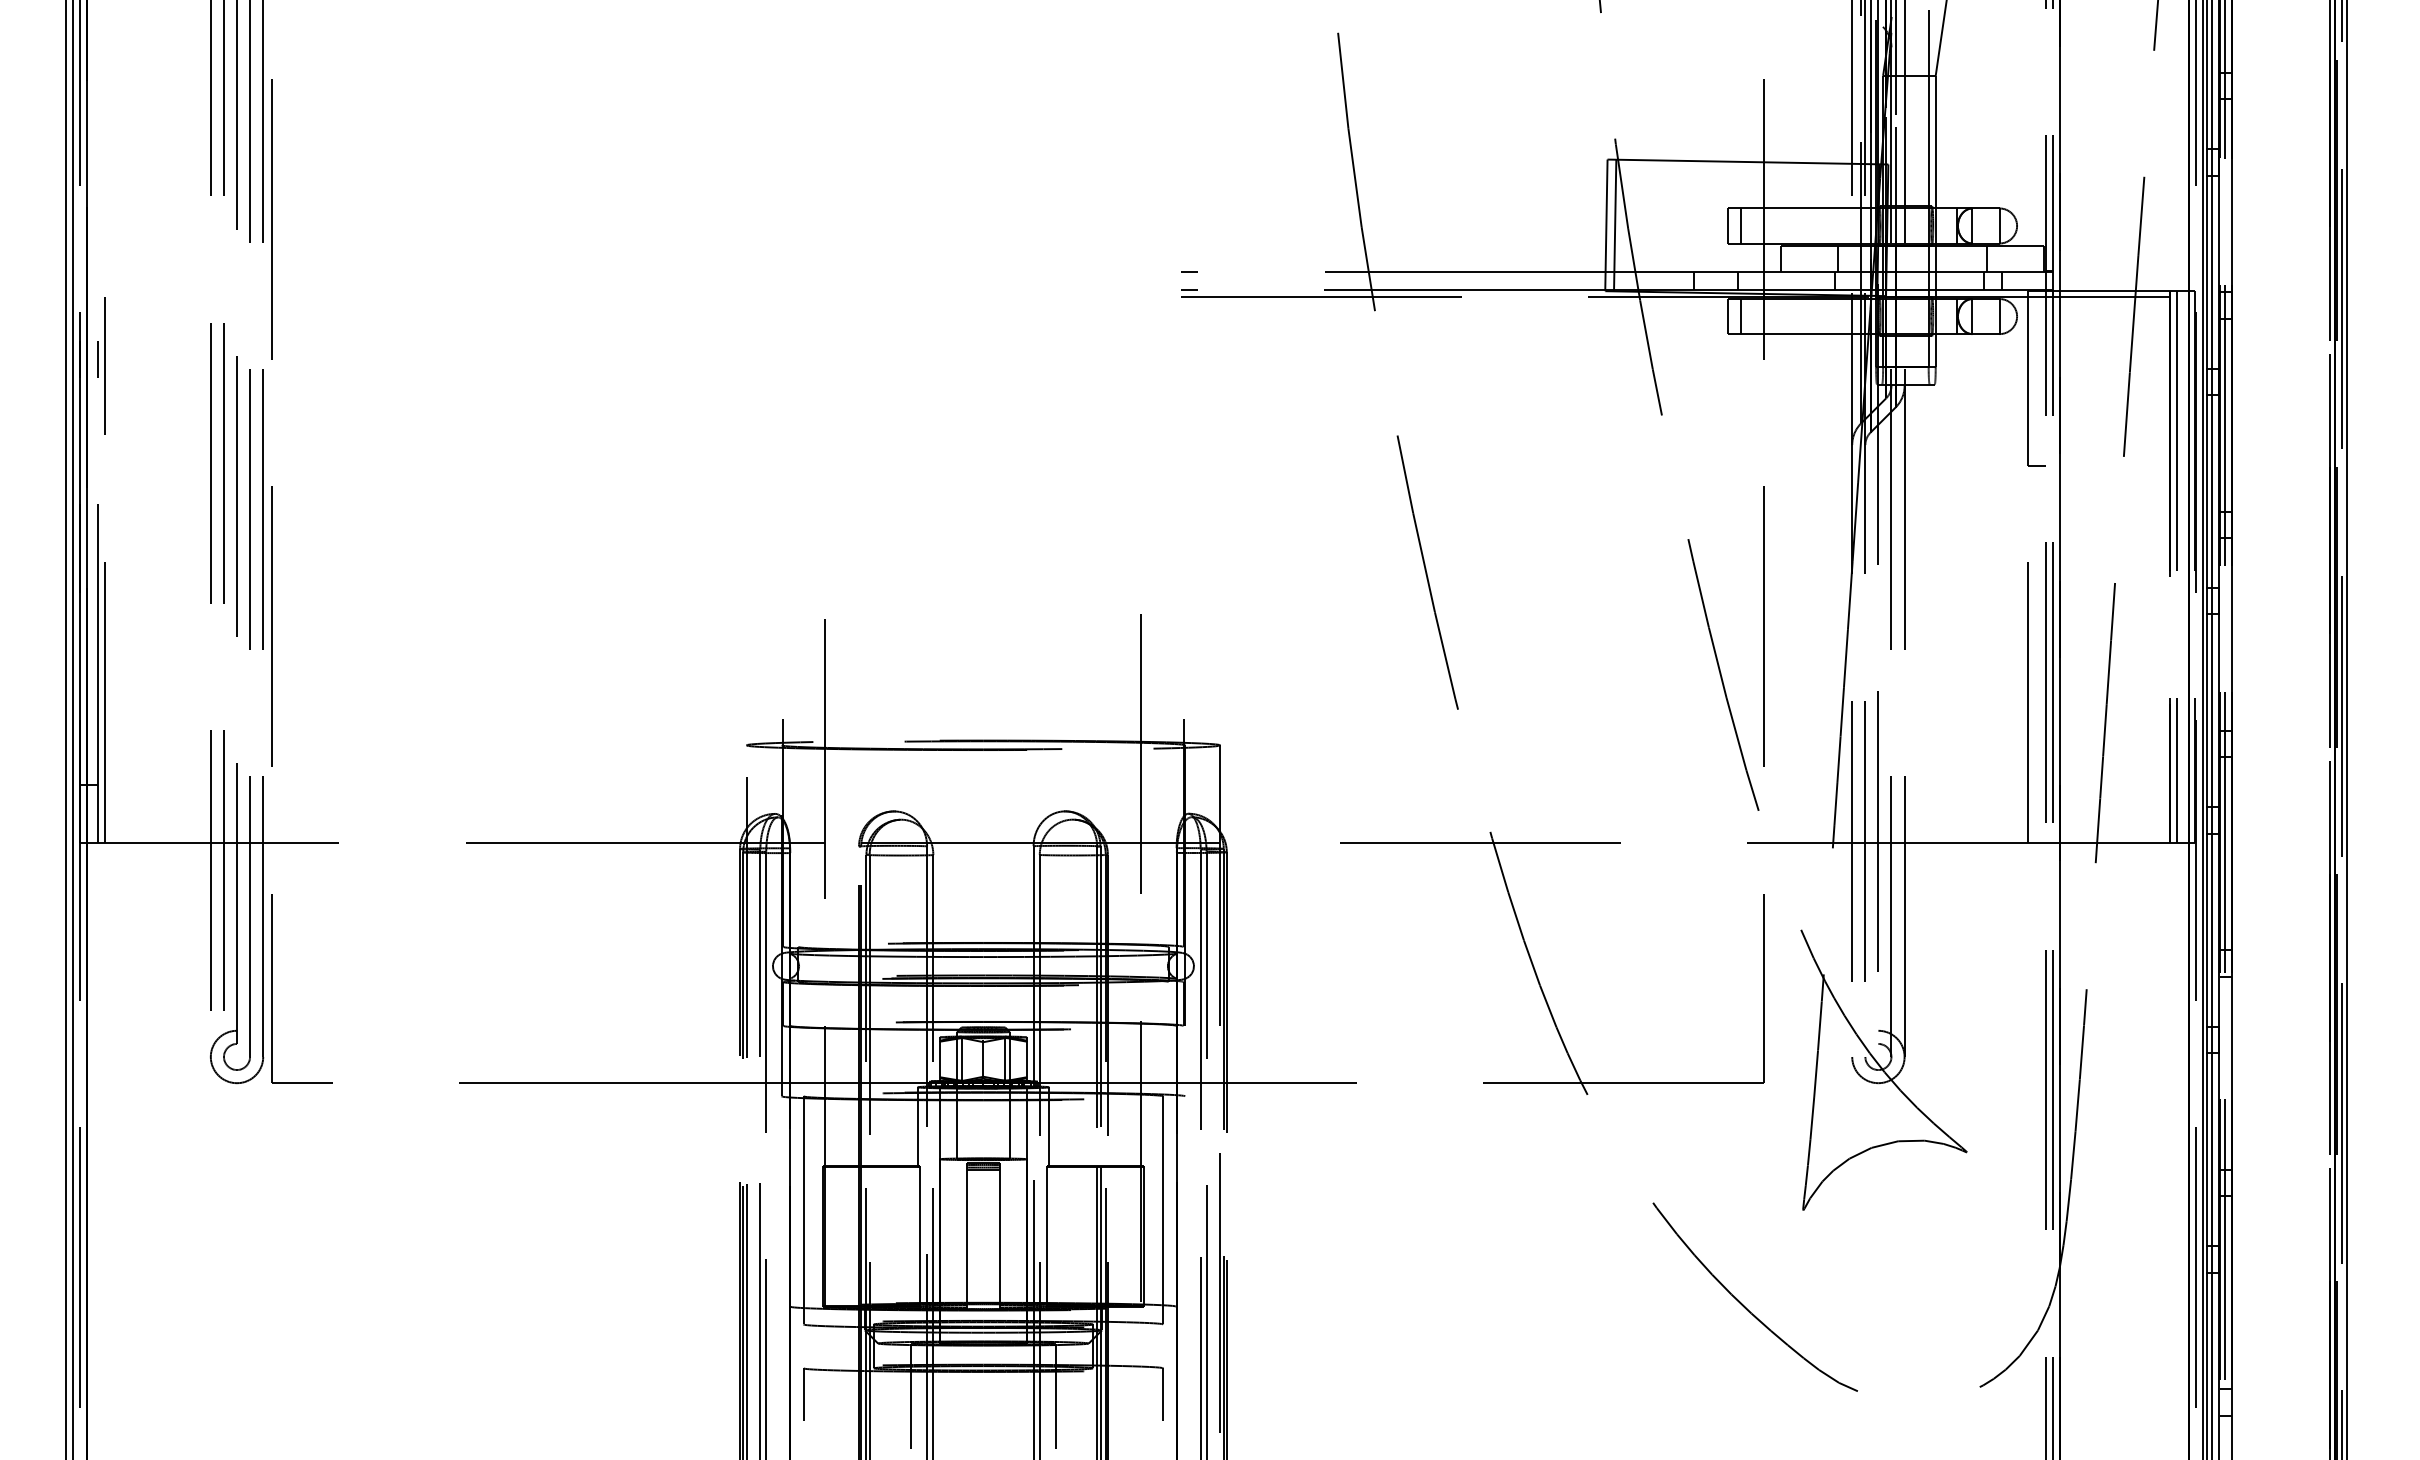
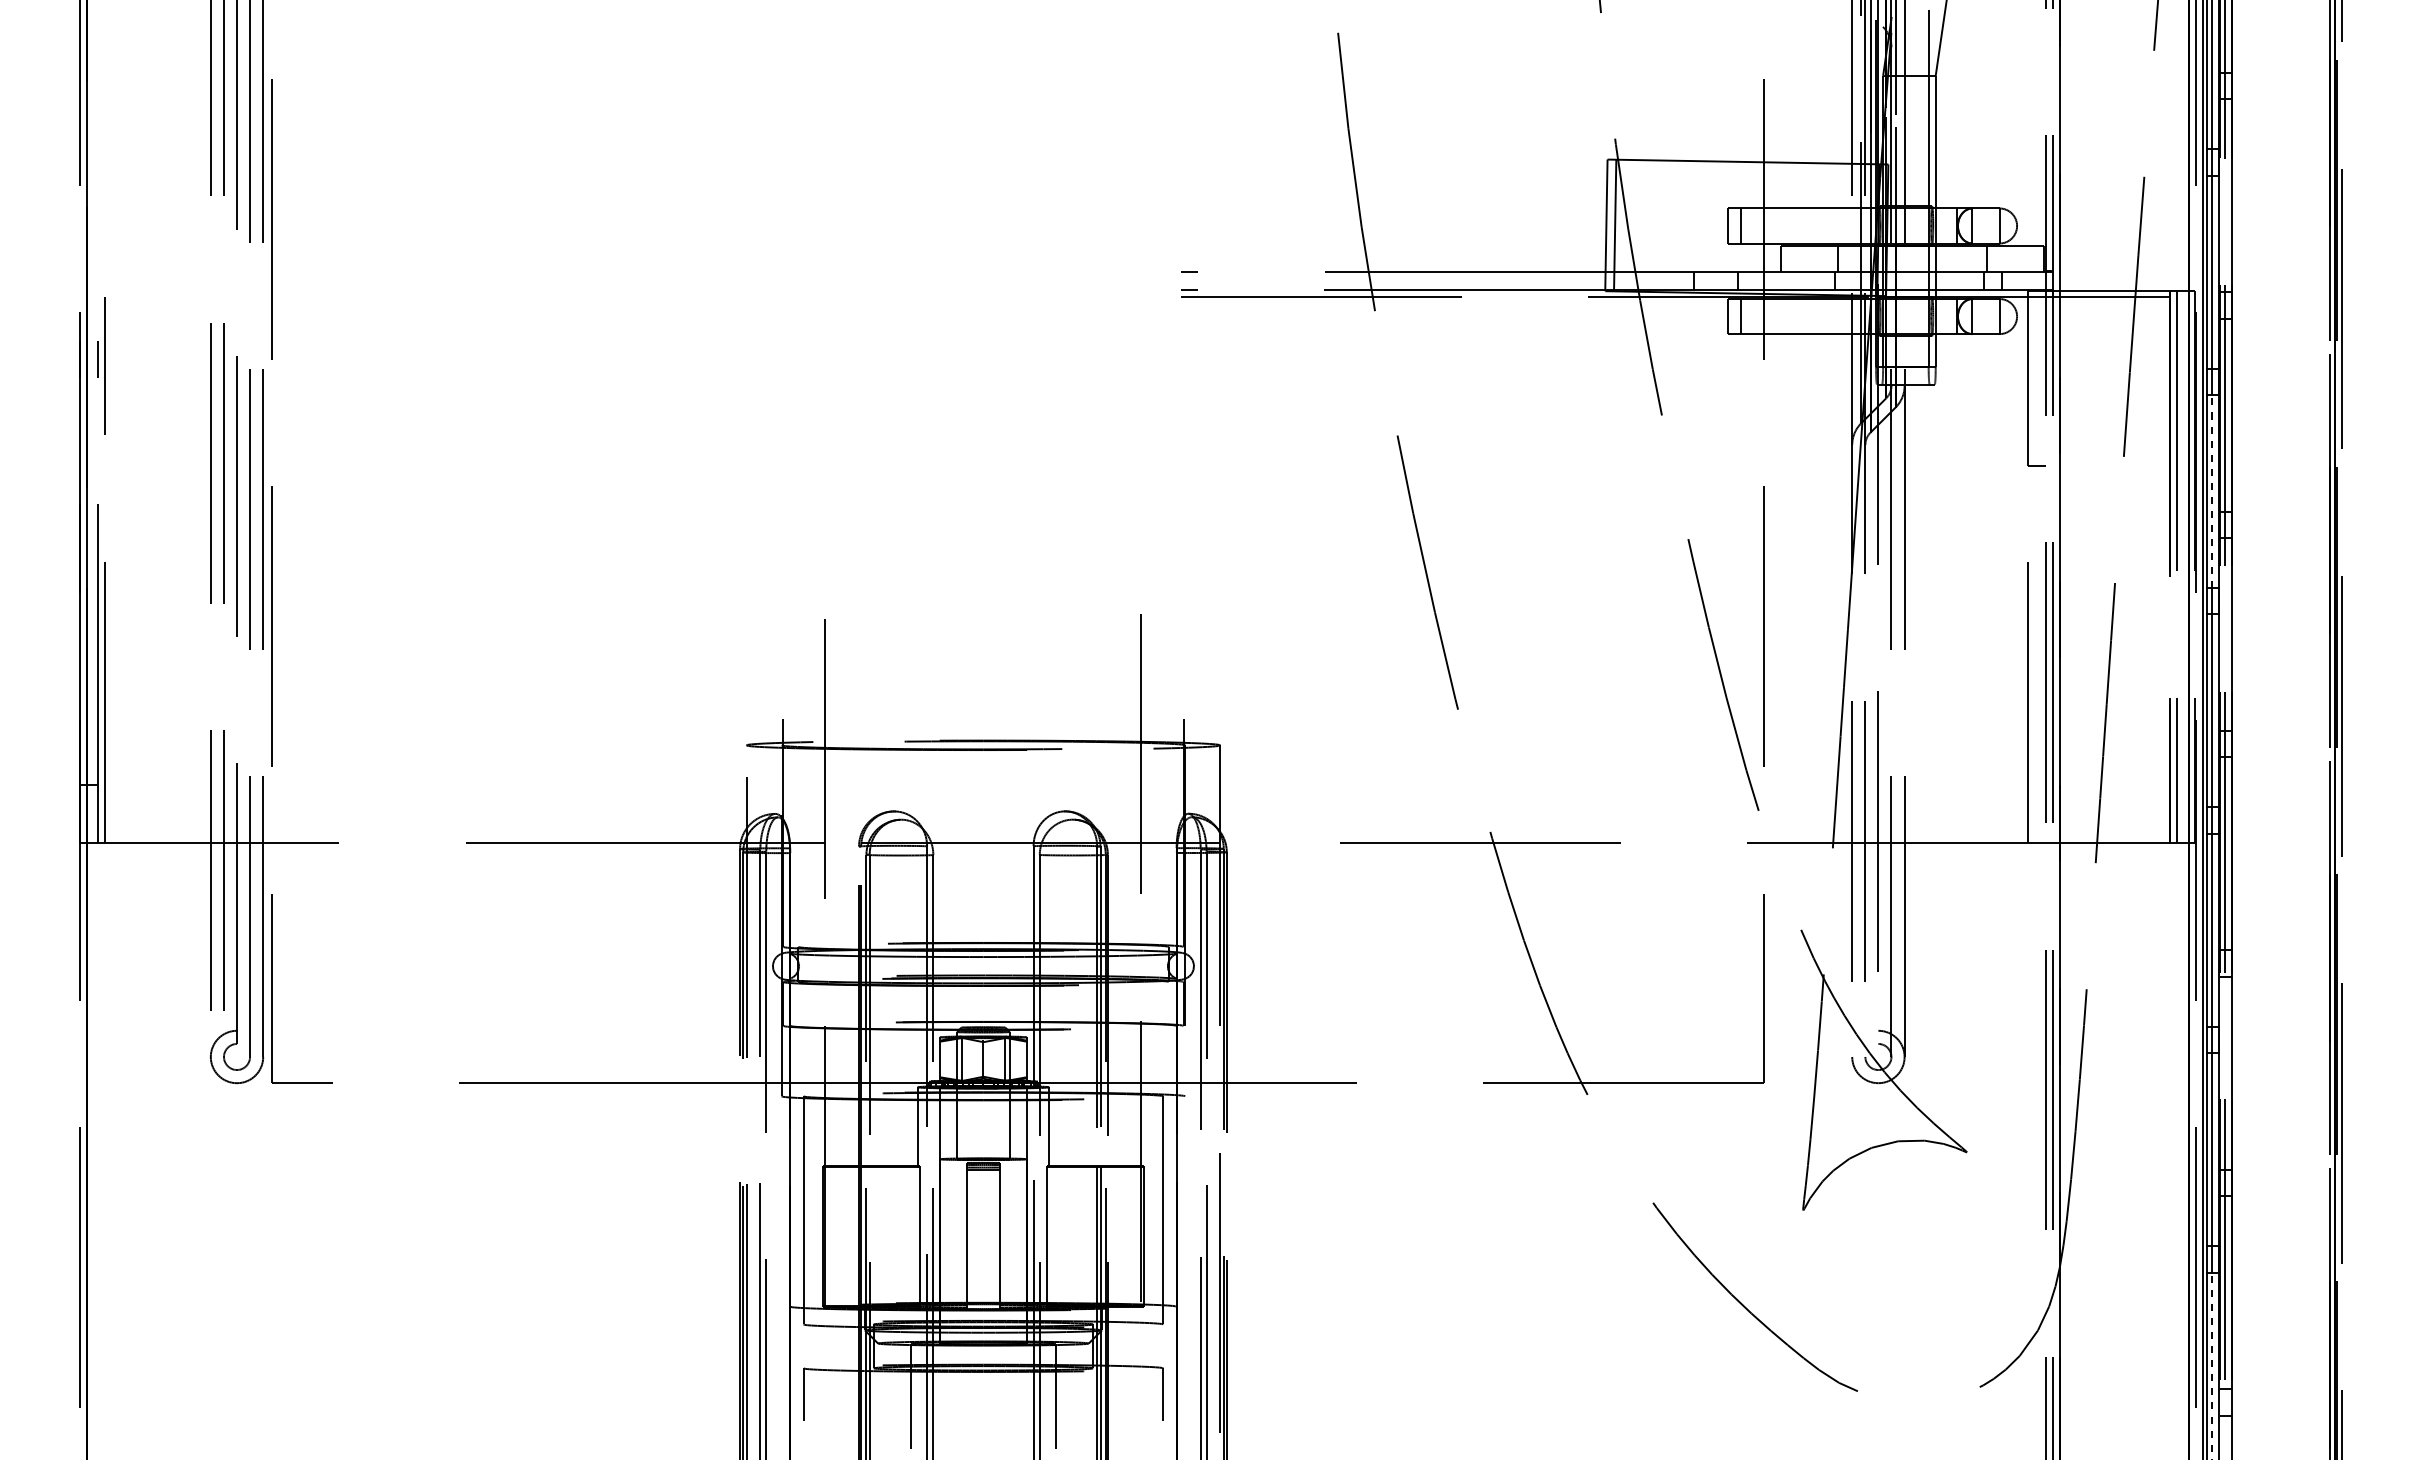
line at (2212, 491): solid -> dashed
line at (65, 729): present -> none
line at (72, 729): present -> none
line at (2347, 729): present -> none
line at (2212, 1366): solid -> dashed
